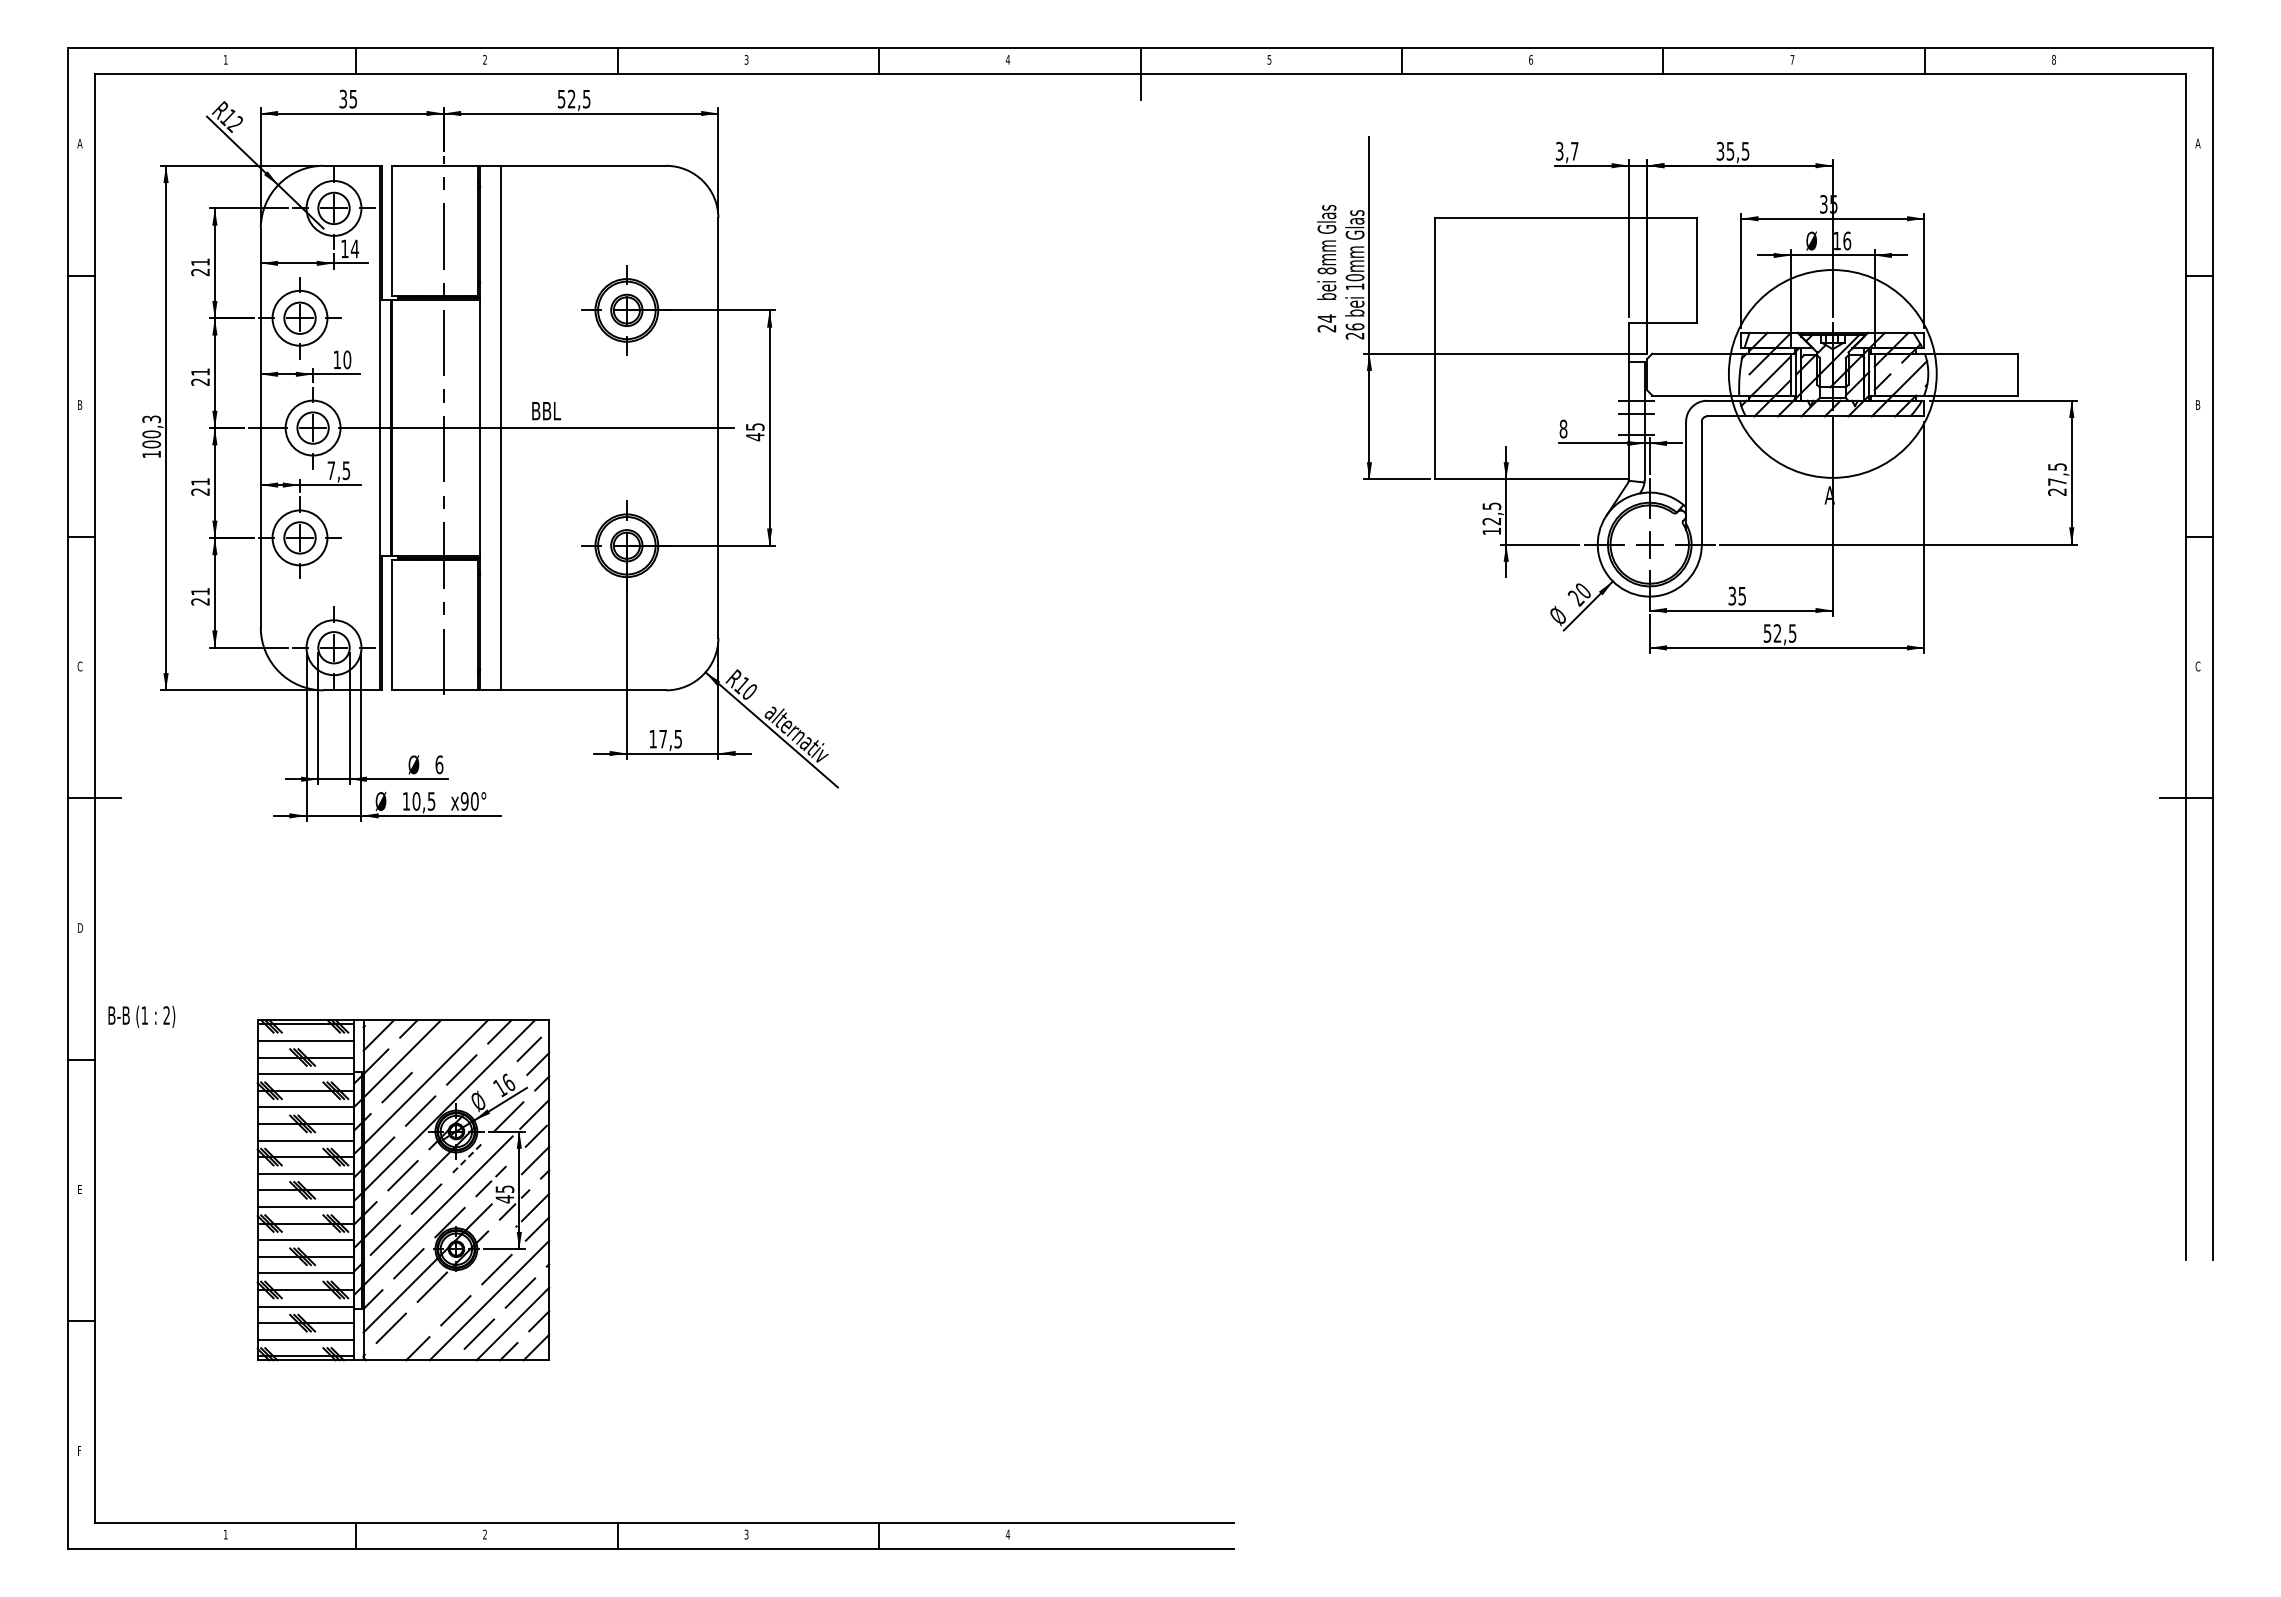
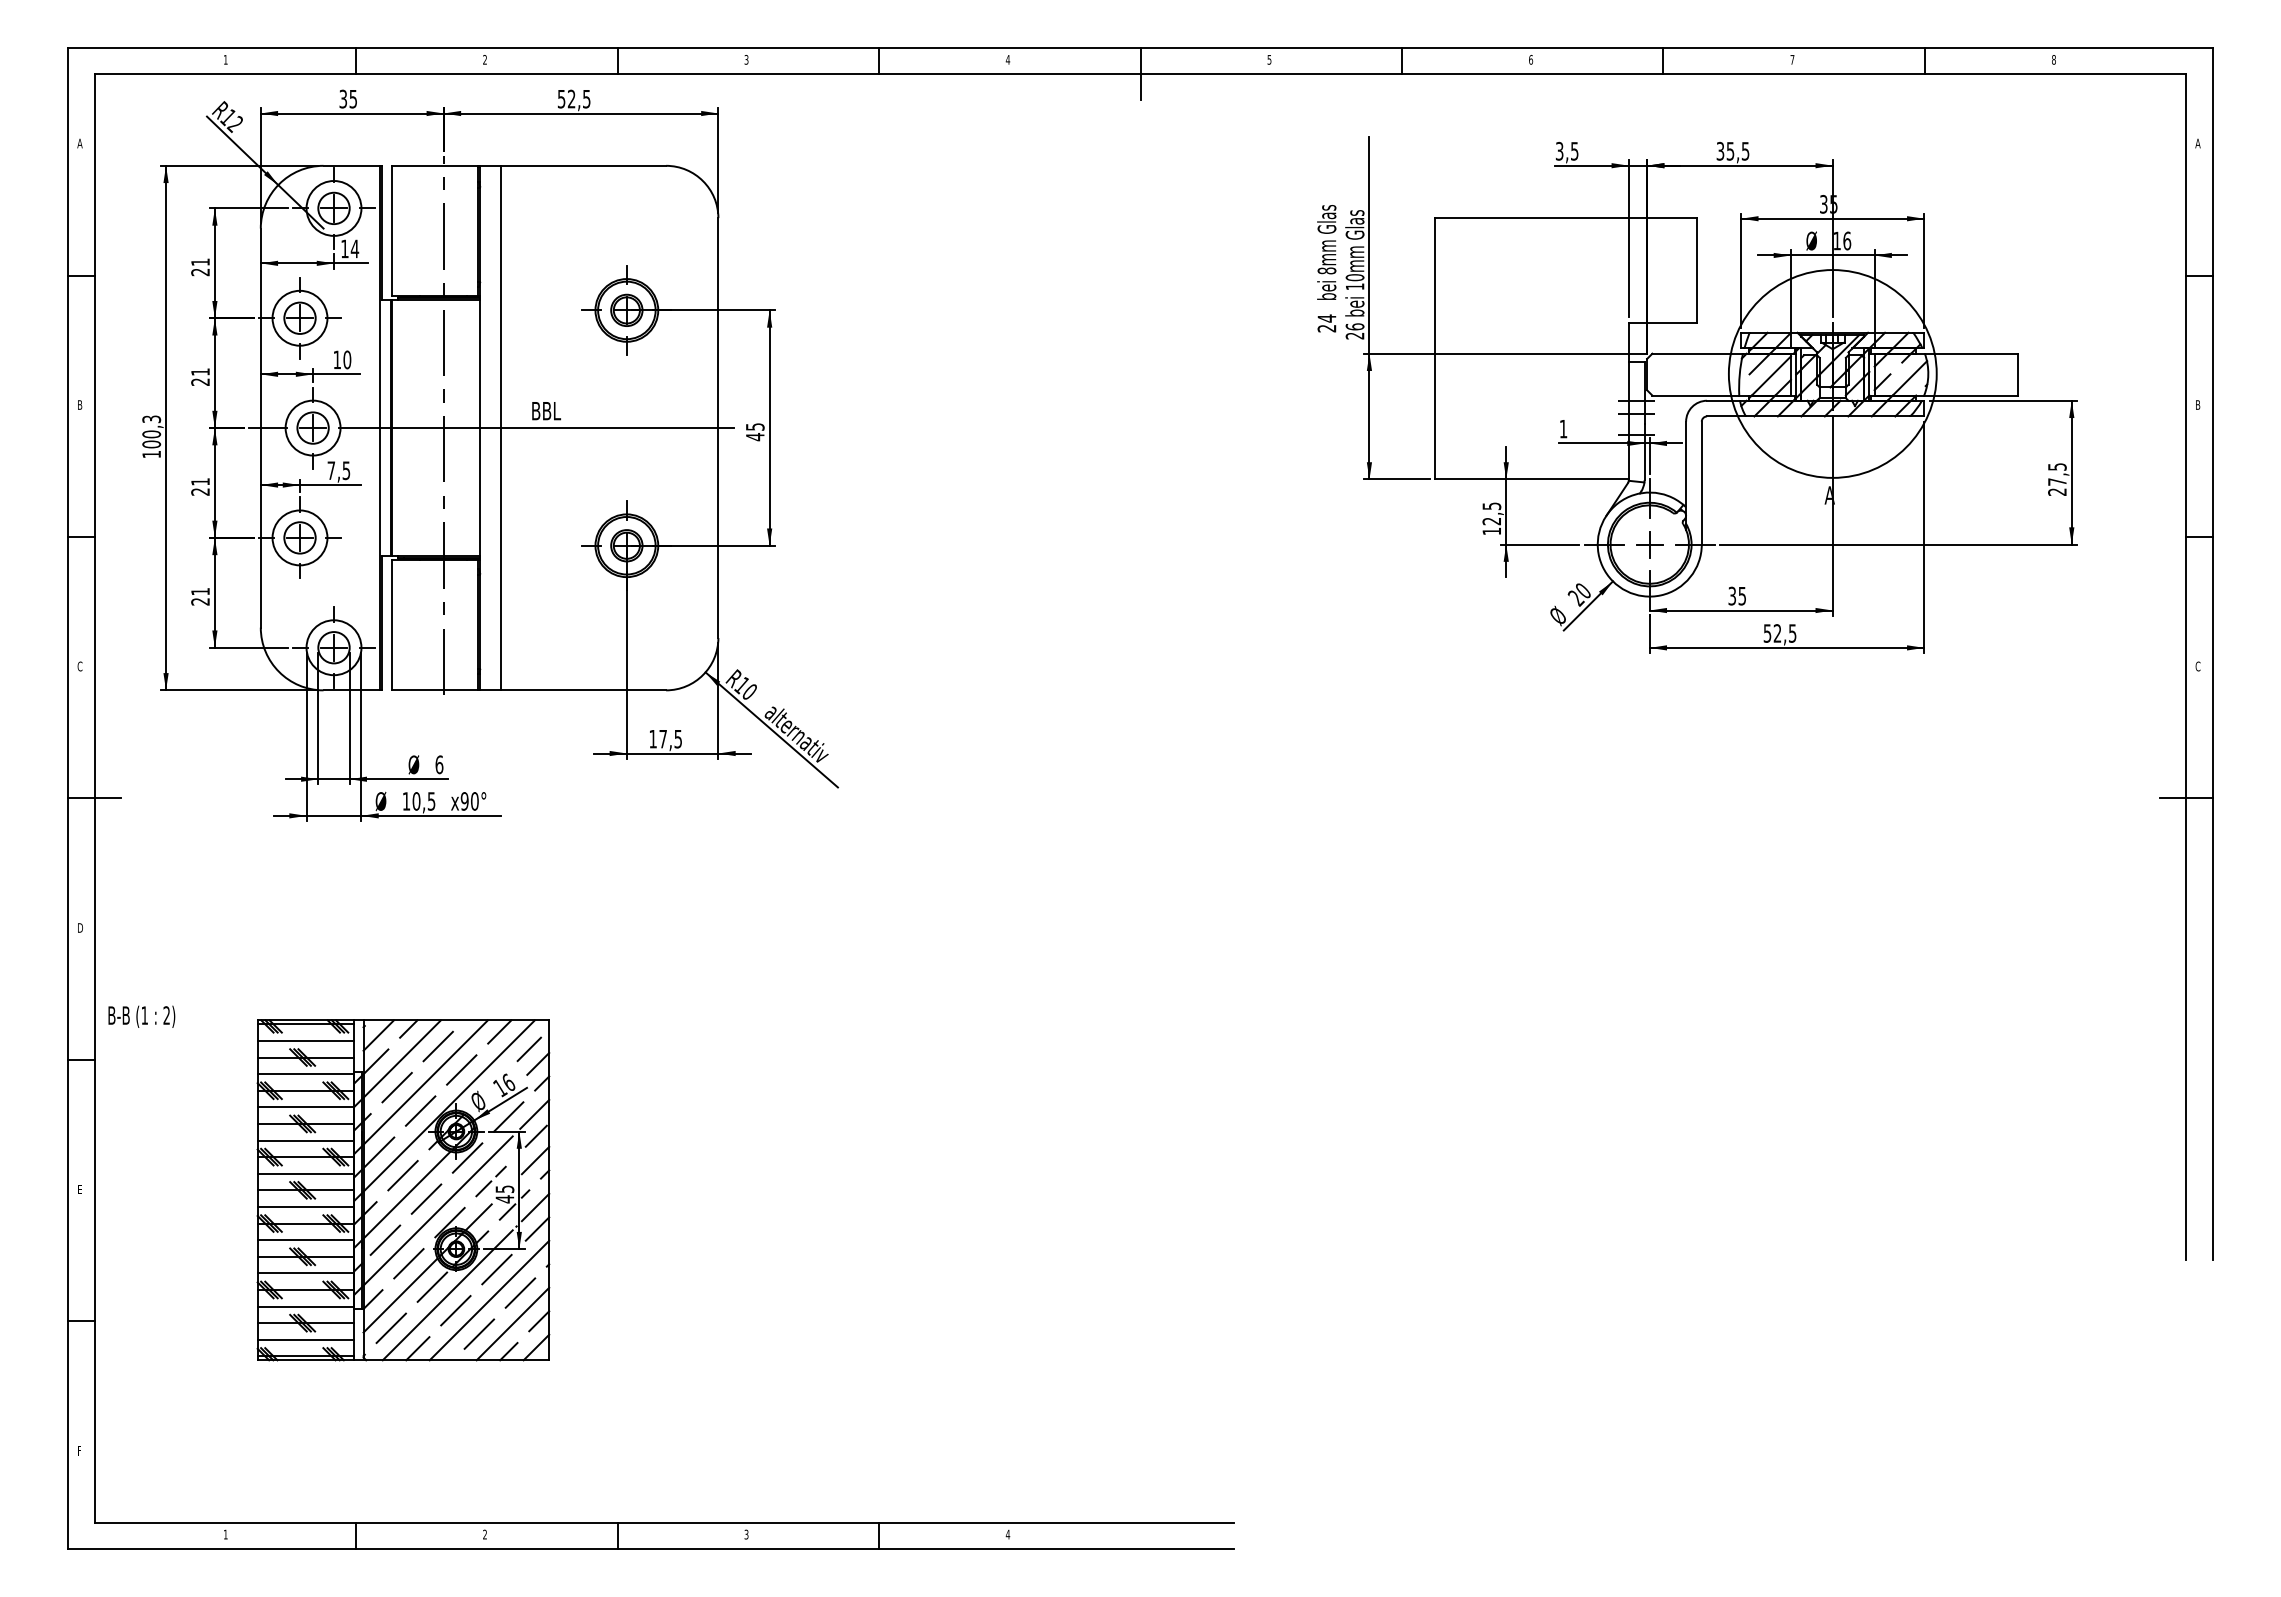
text at (1574, 151): 3,7 -> 3,5
text at (1563, 428): 8 -> 1
line at (437, 1046): none -> present
line at (467, 1158): dashed -> solid
line at (447, 1295): none -> present
